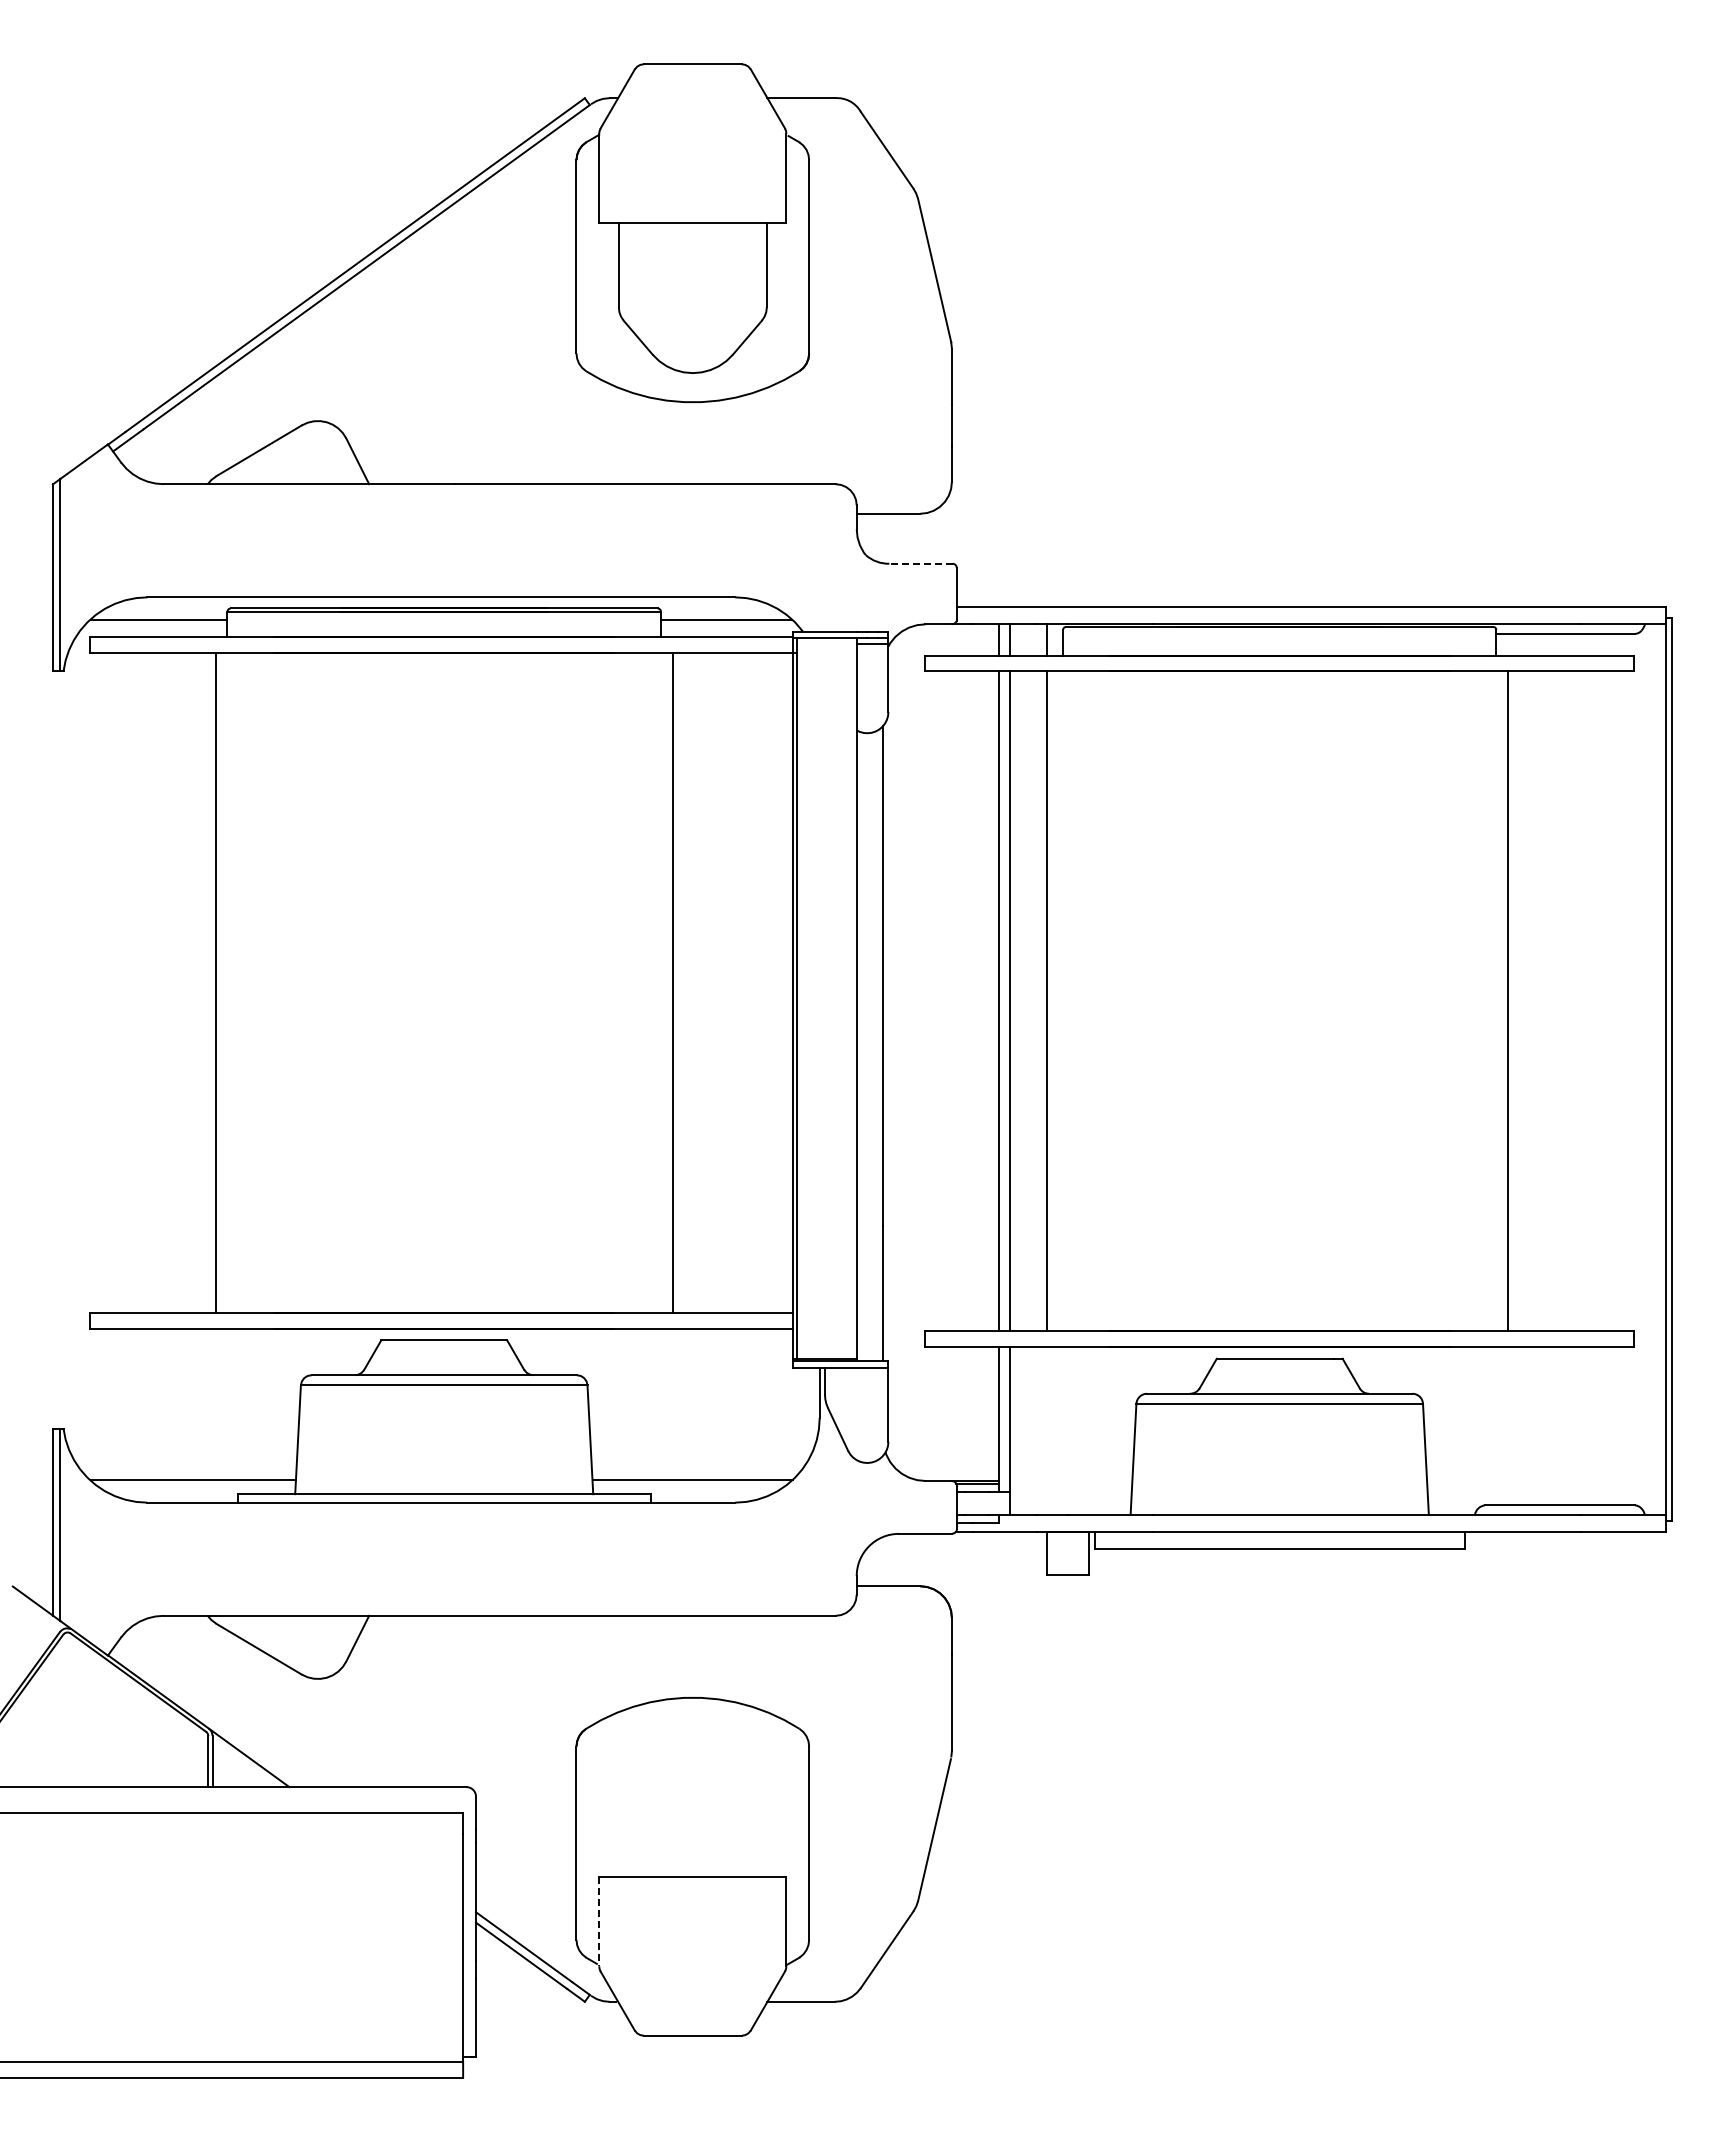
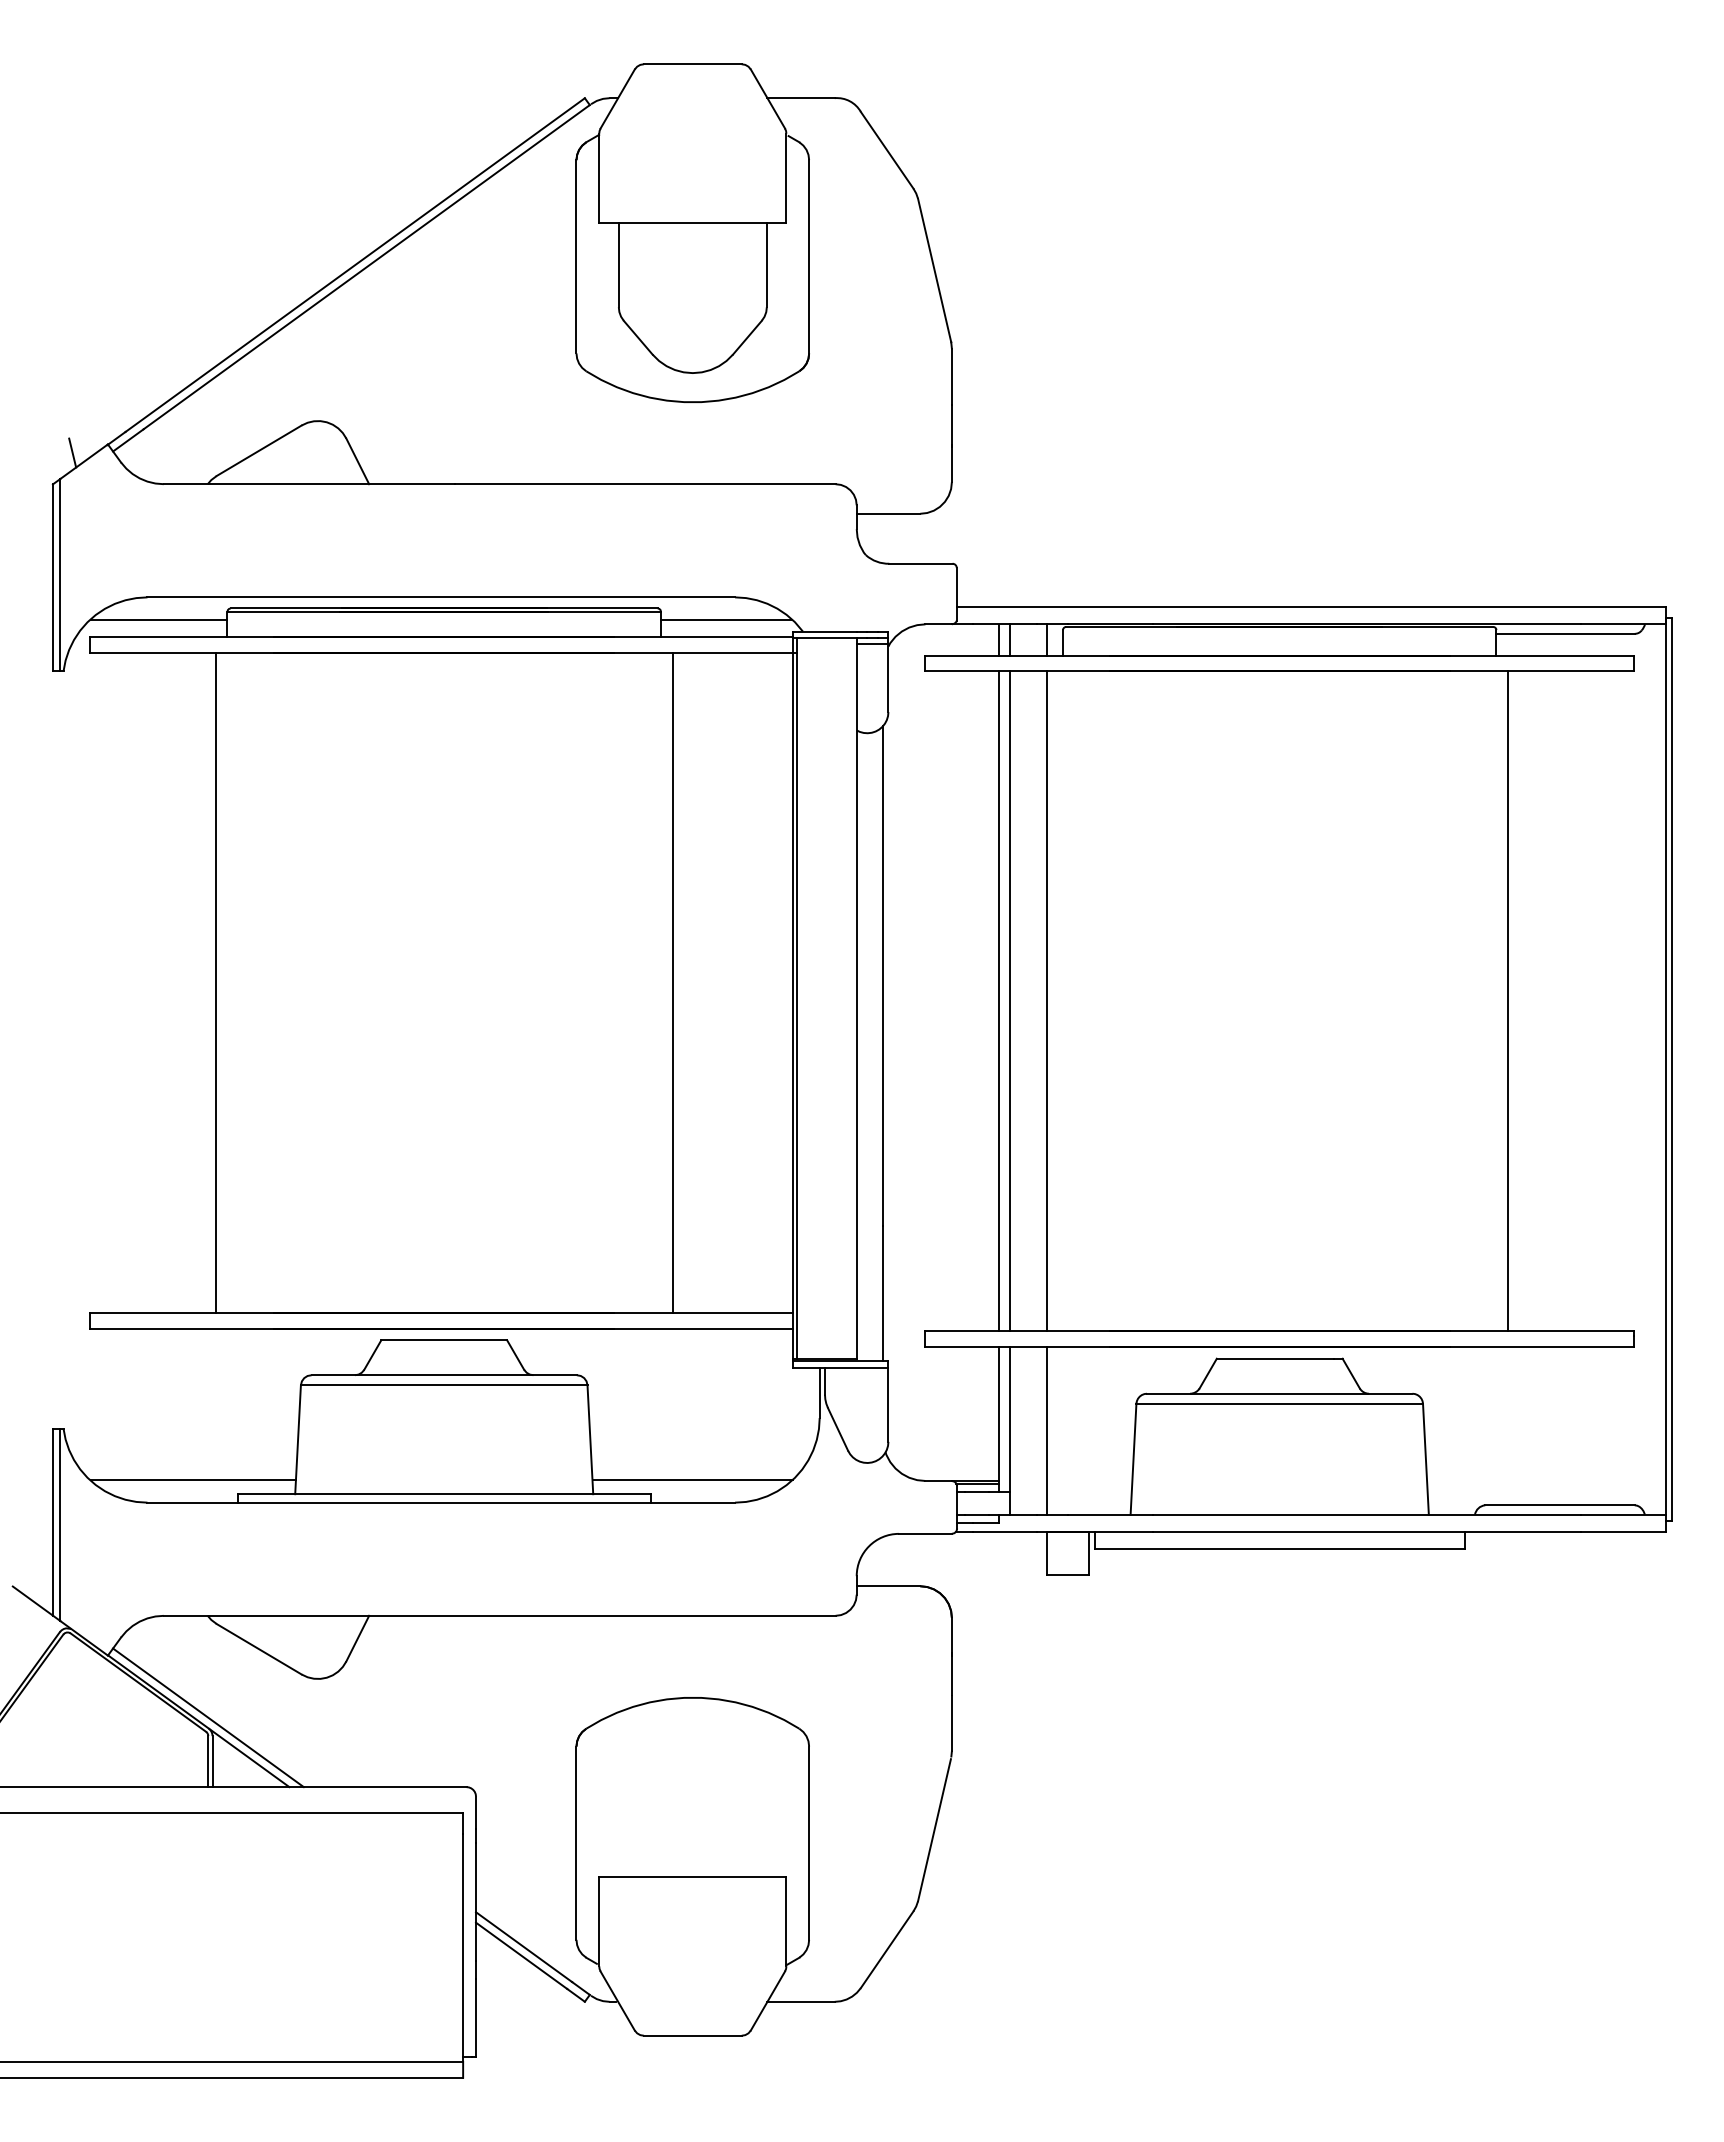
line at (72, 452): none -> present
line at (920, 563): dashed -> solid
line at (1047, 1430): none -> present
line at (208, 1717): none -> present
line at (599, 1921): dashed -> solid
